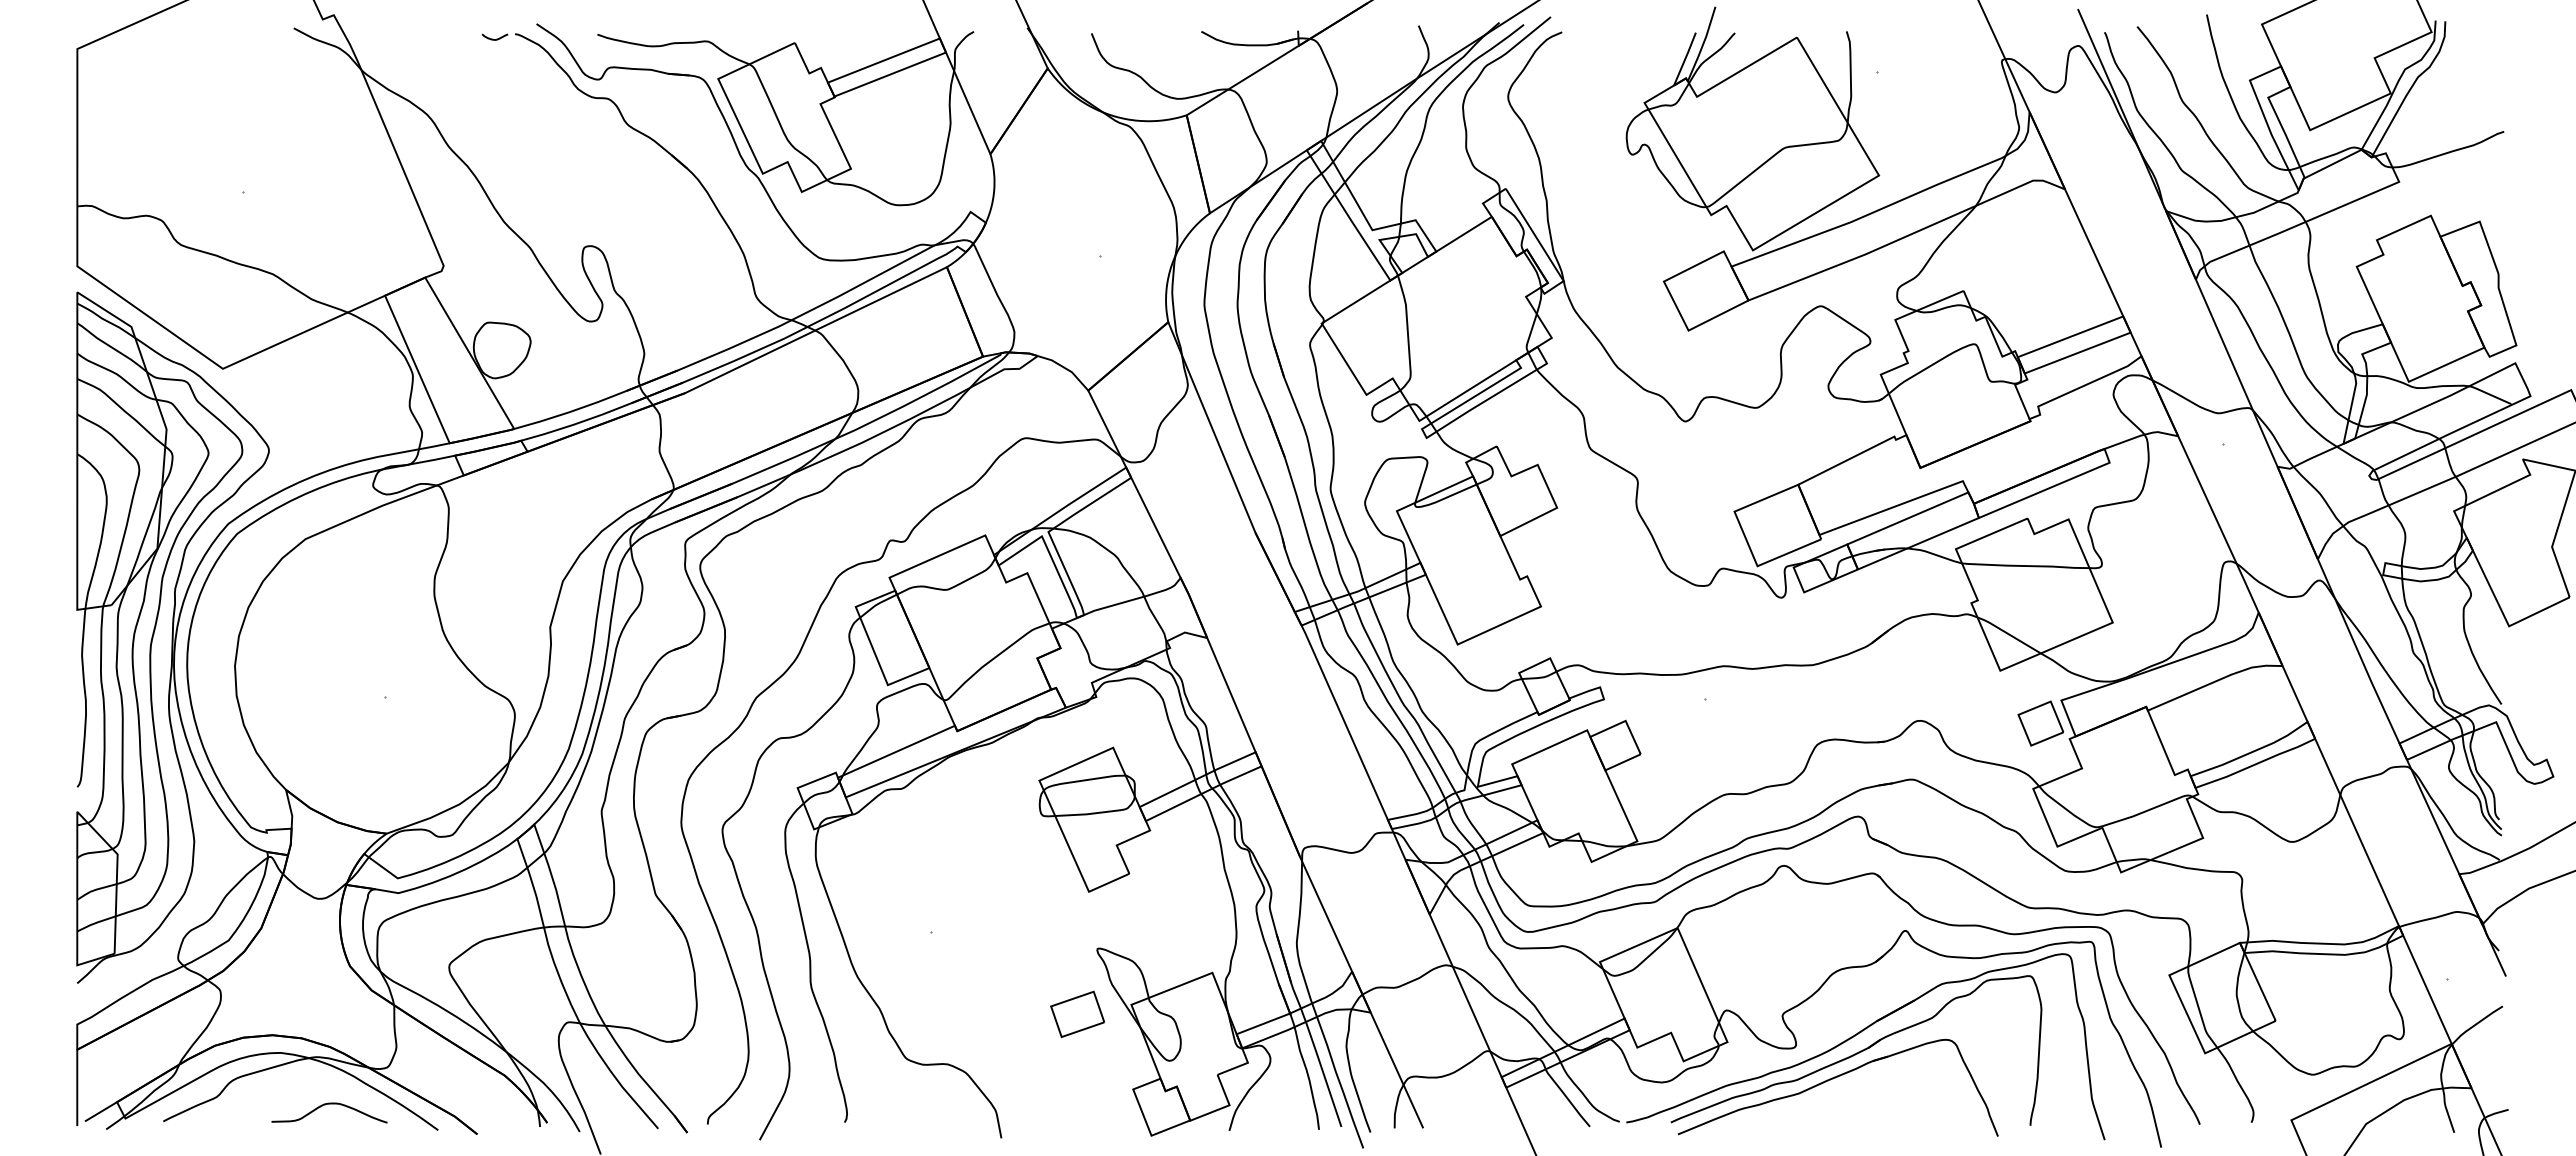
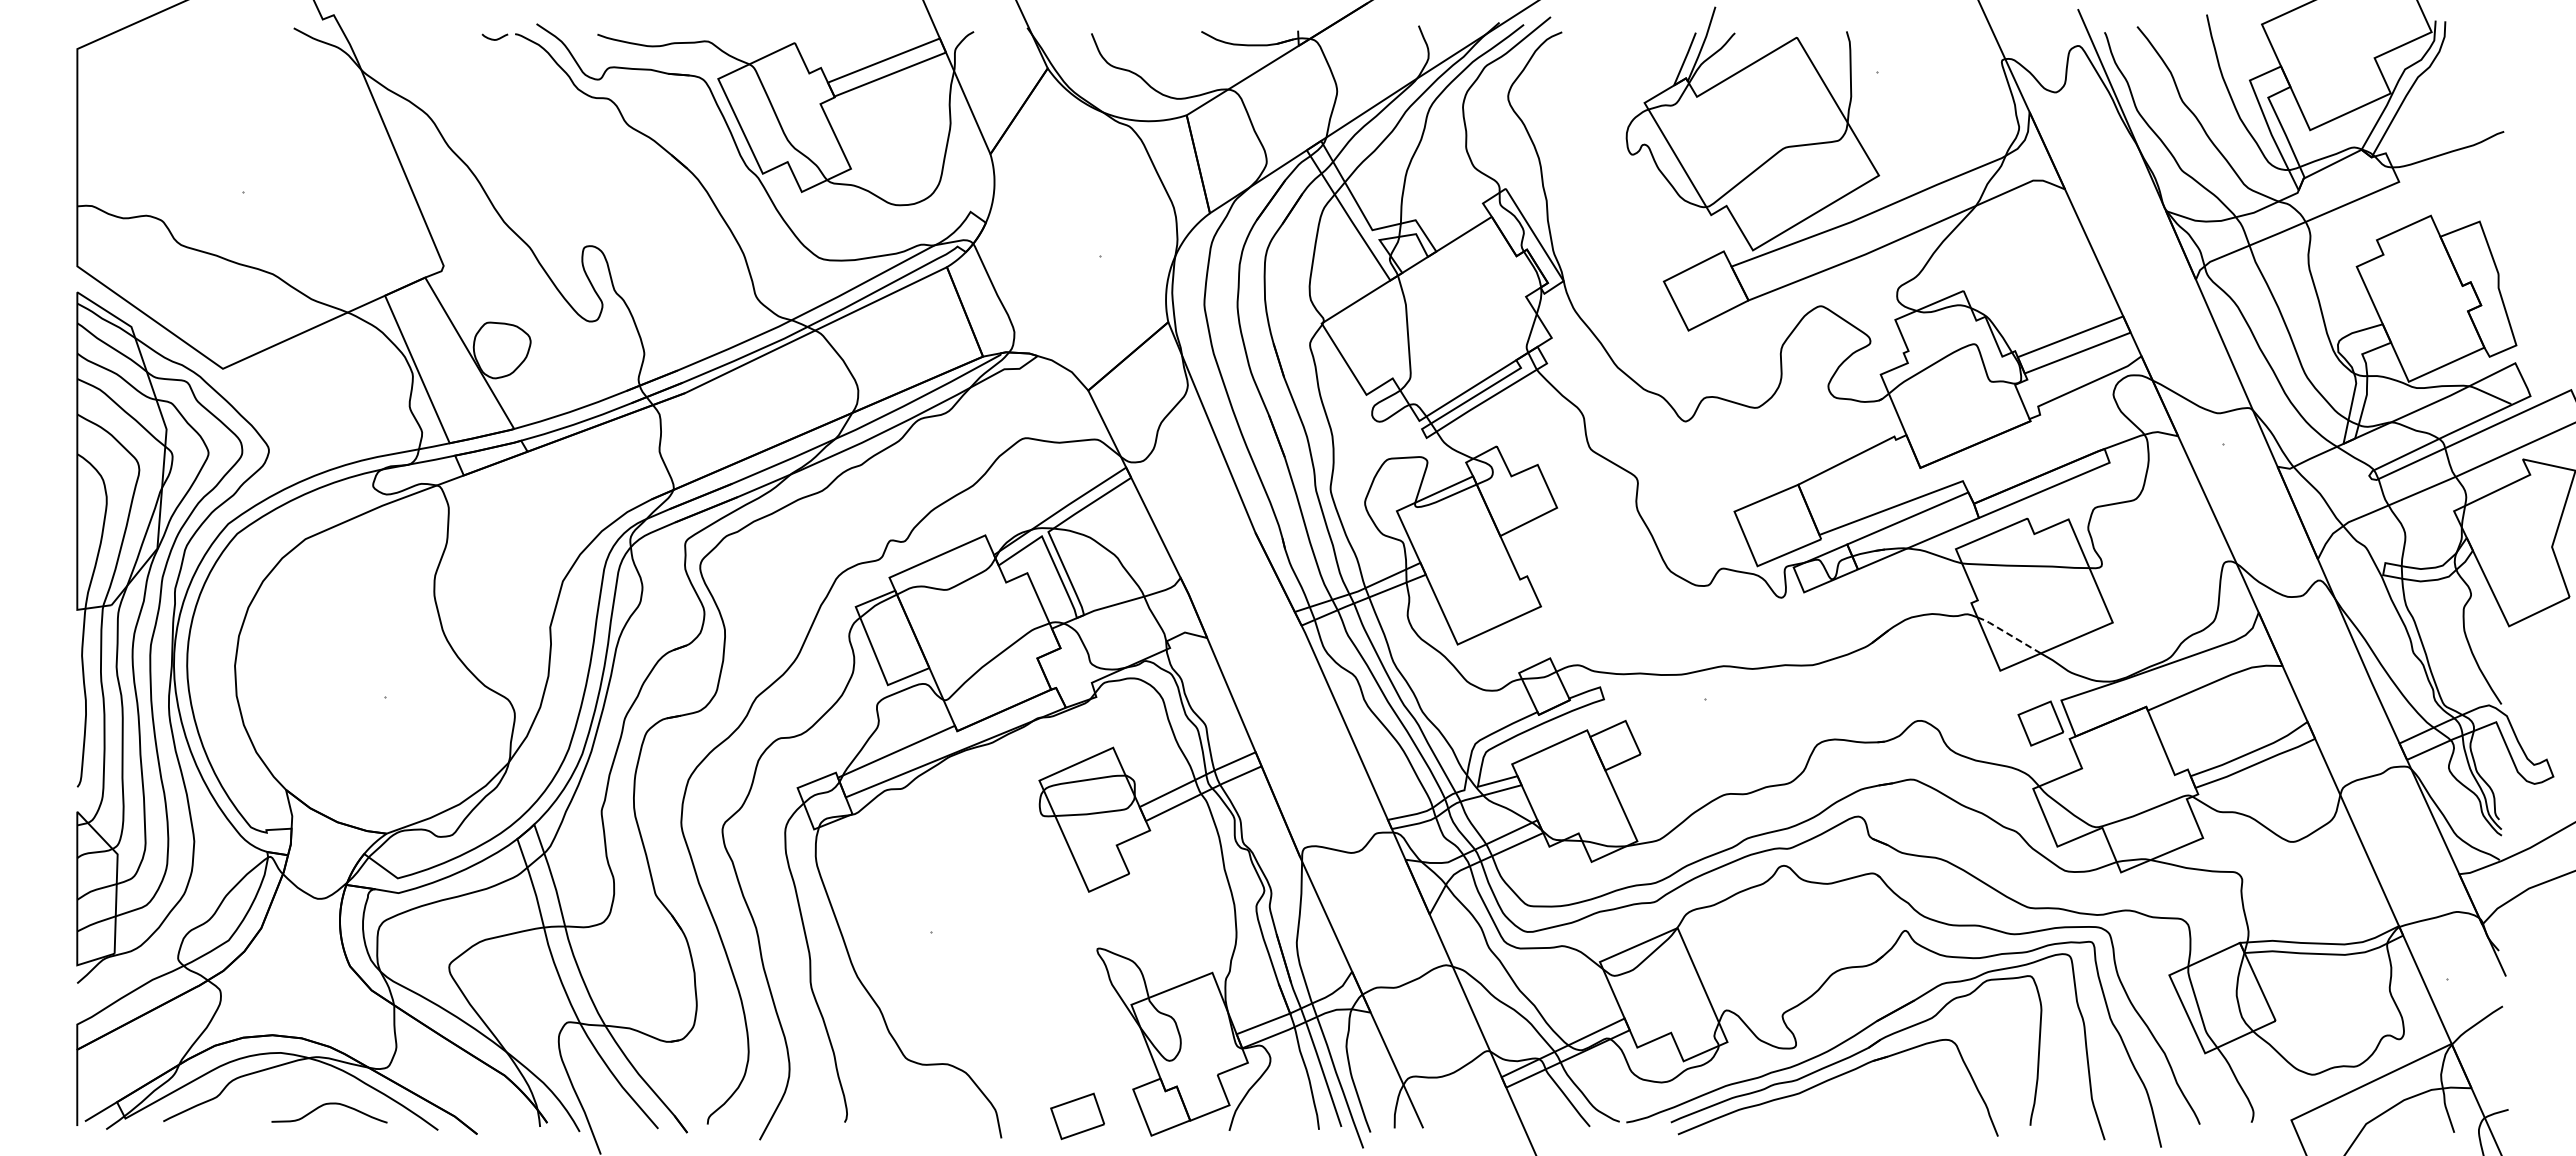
line at (2007, 633): solid -> dashed
part at (1077, 1014) position: (1077, 1014) -> (1077, 1116)
